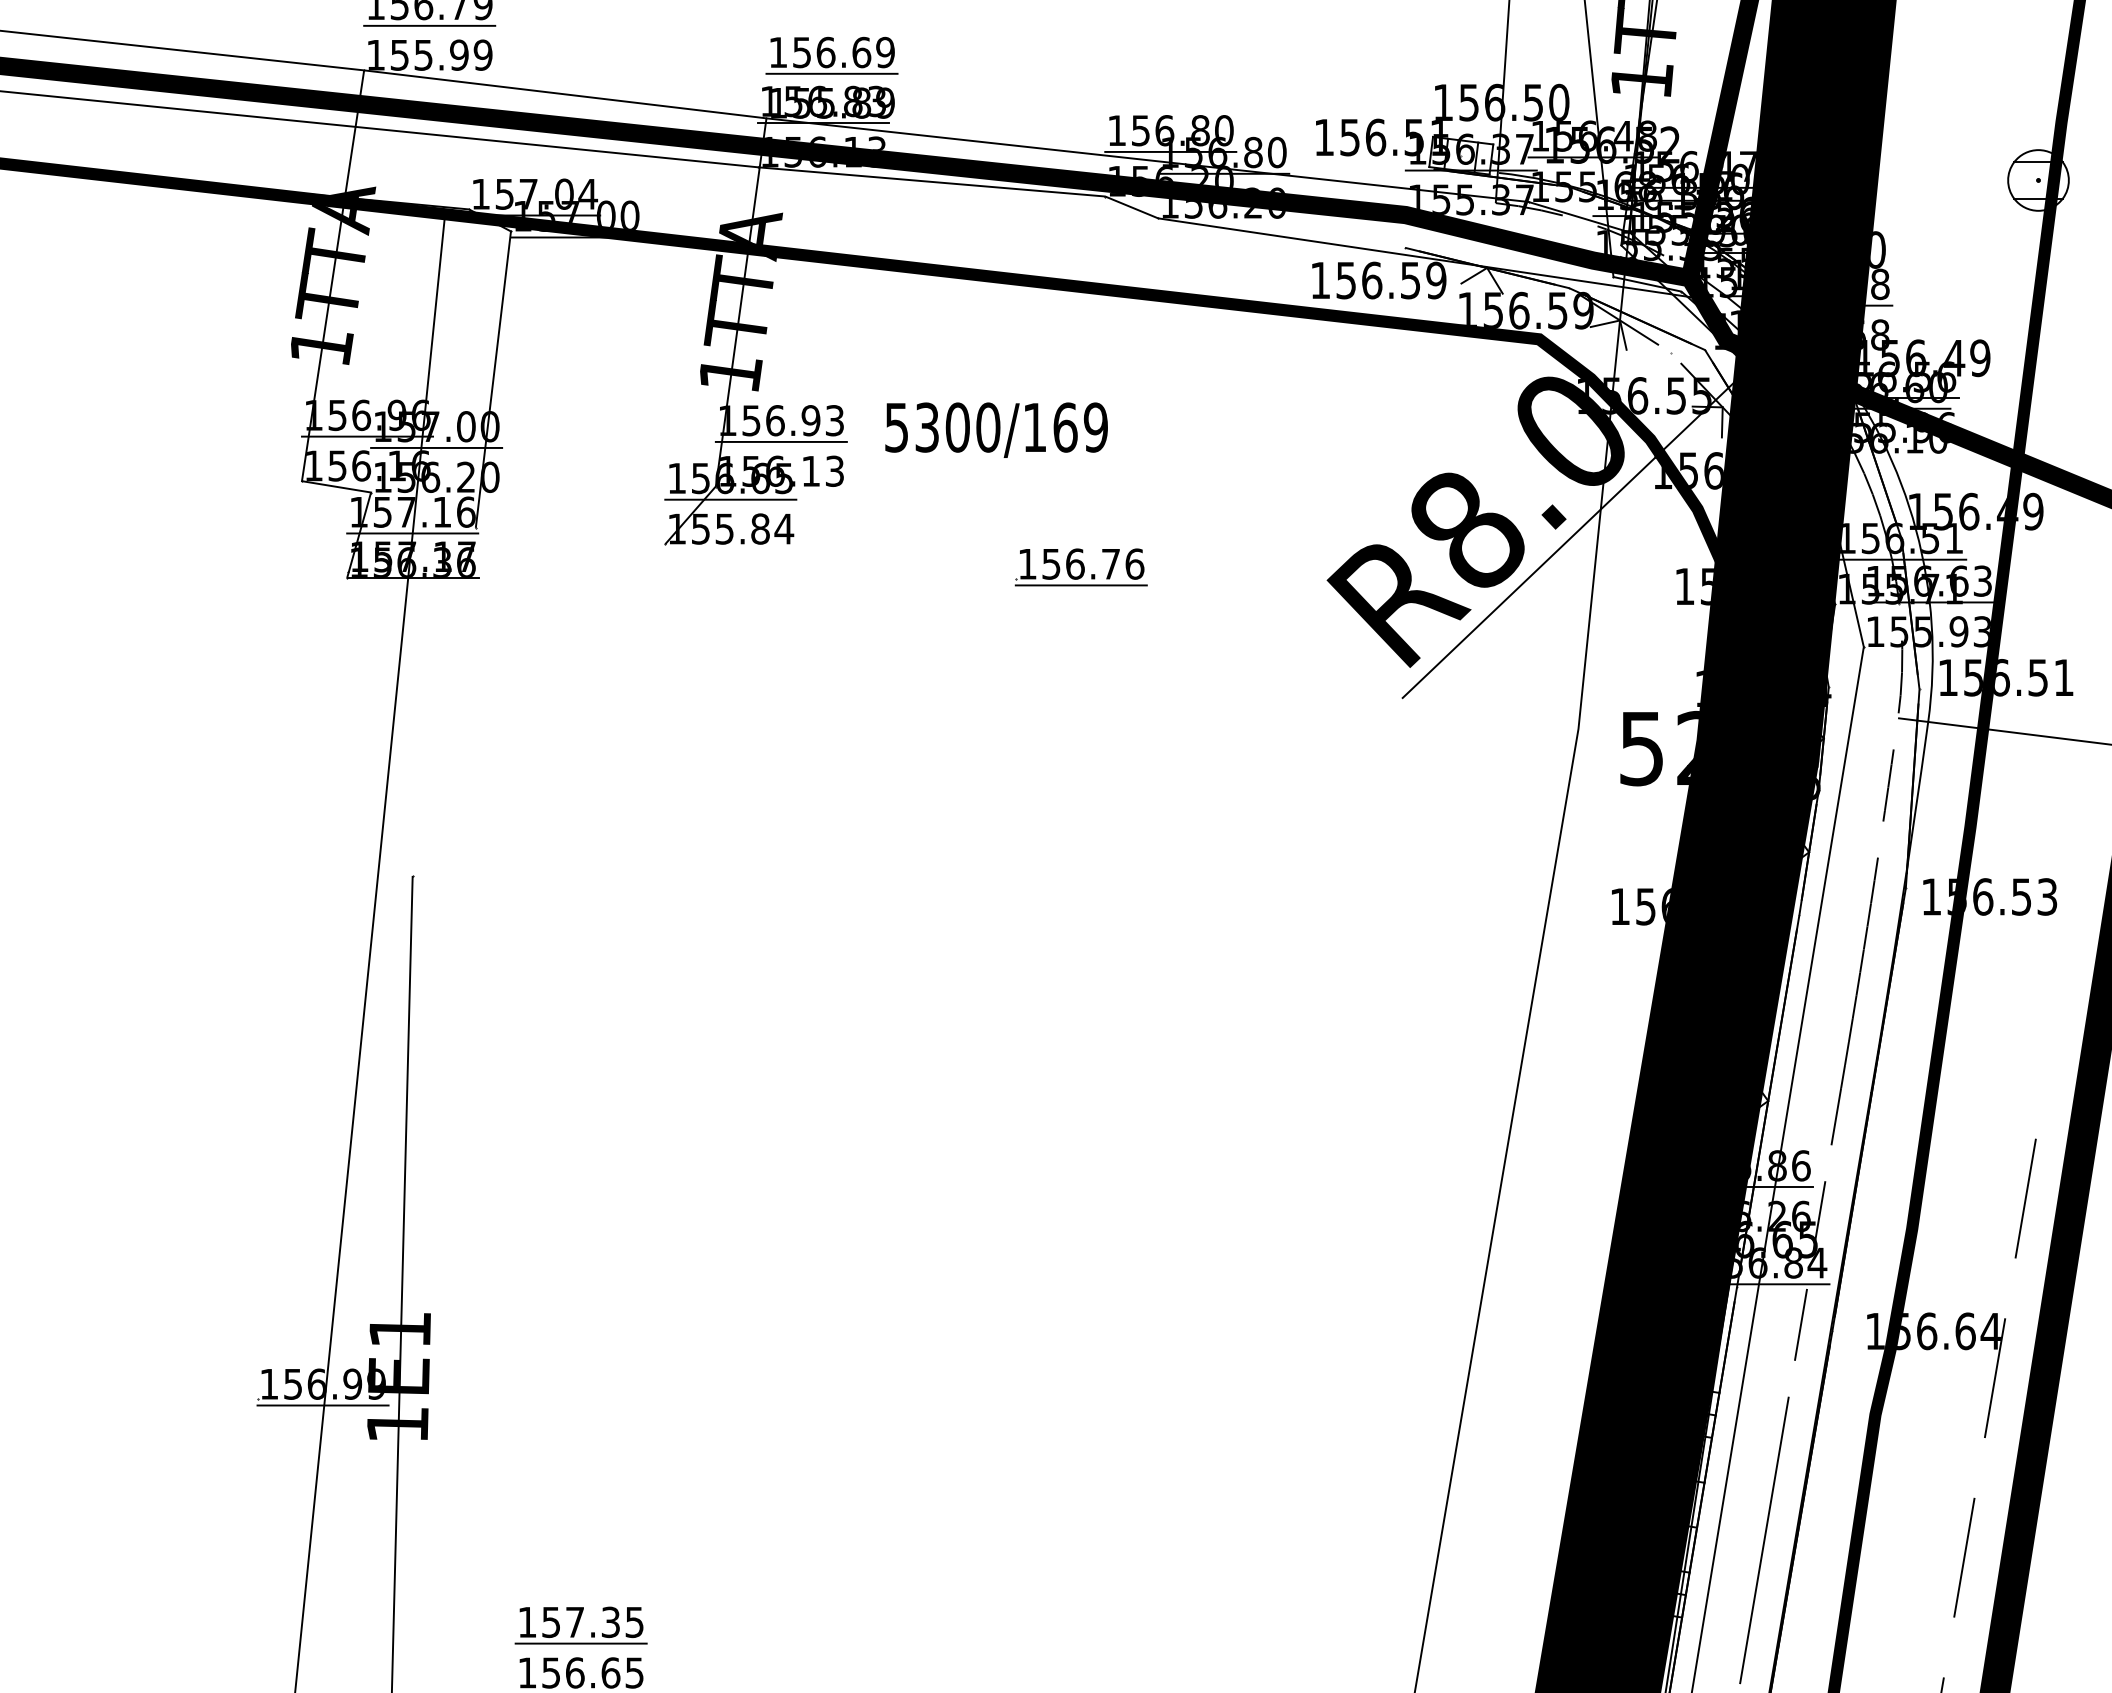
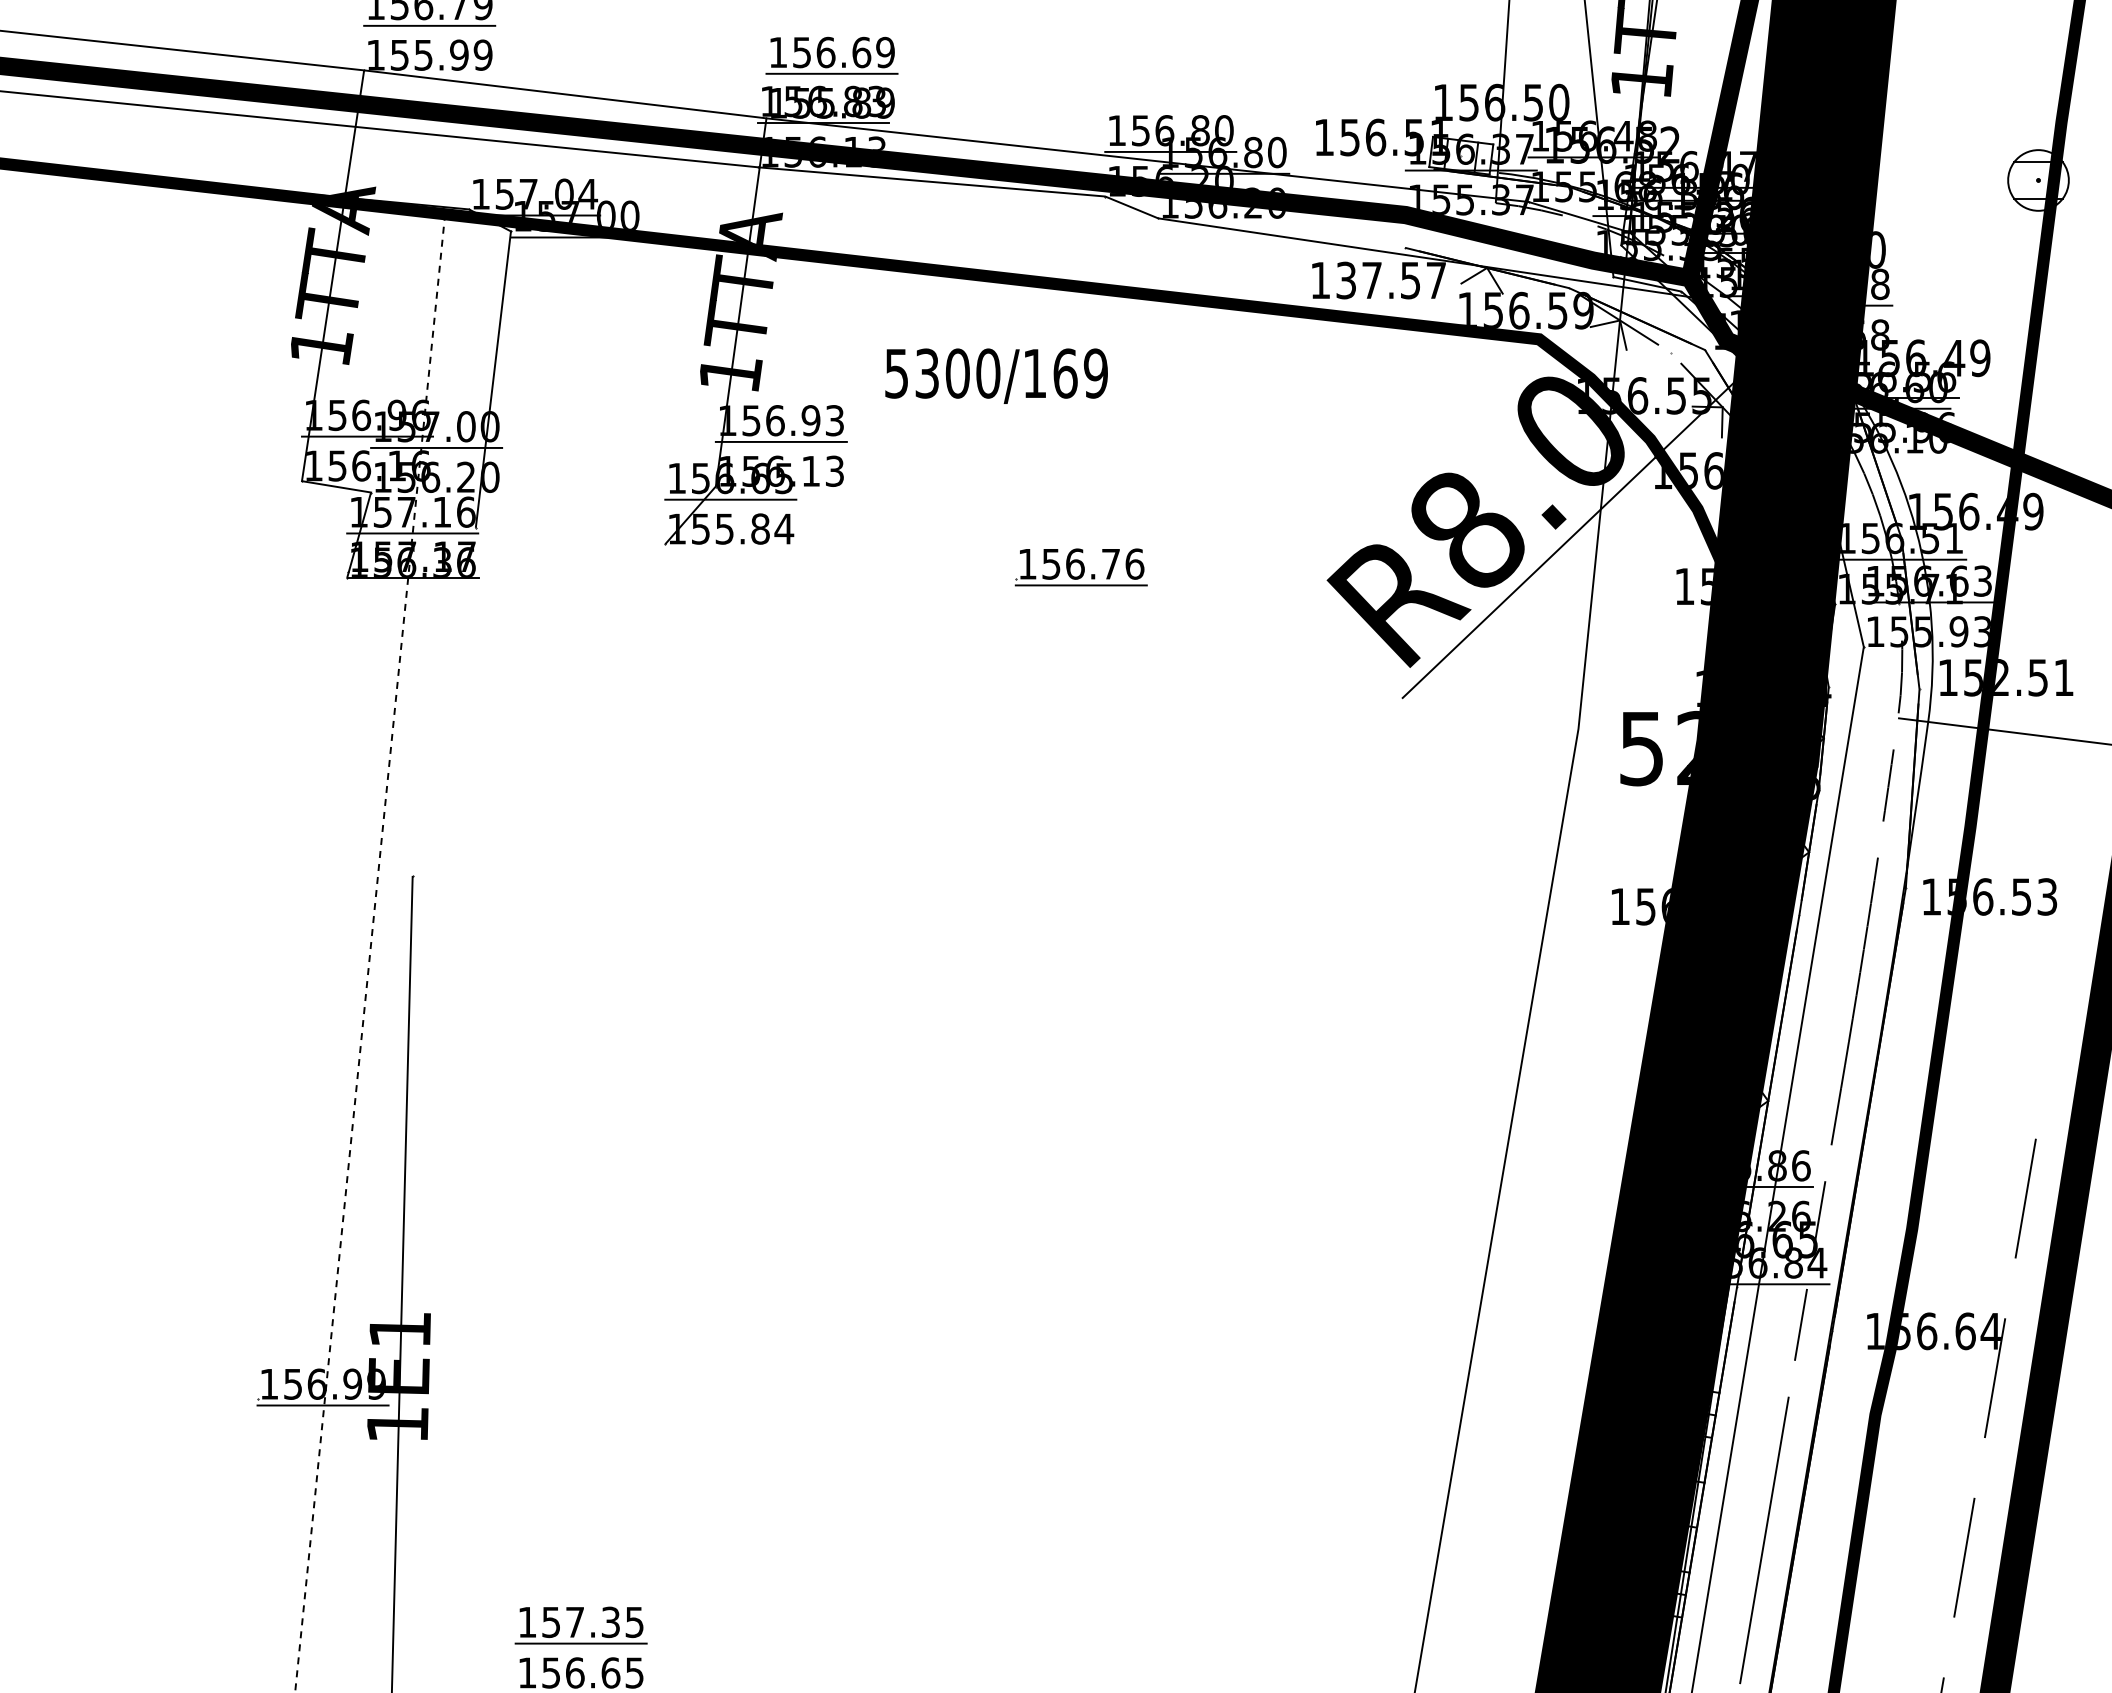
text at (1391, 280): 156.59 -> 137.57
text at (996, 429) position: (996, 429) -> (996, 375)
text at (2001, 677): 156.51 -> 152.51
line at (370, 953): solid -> dashed
